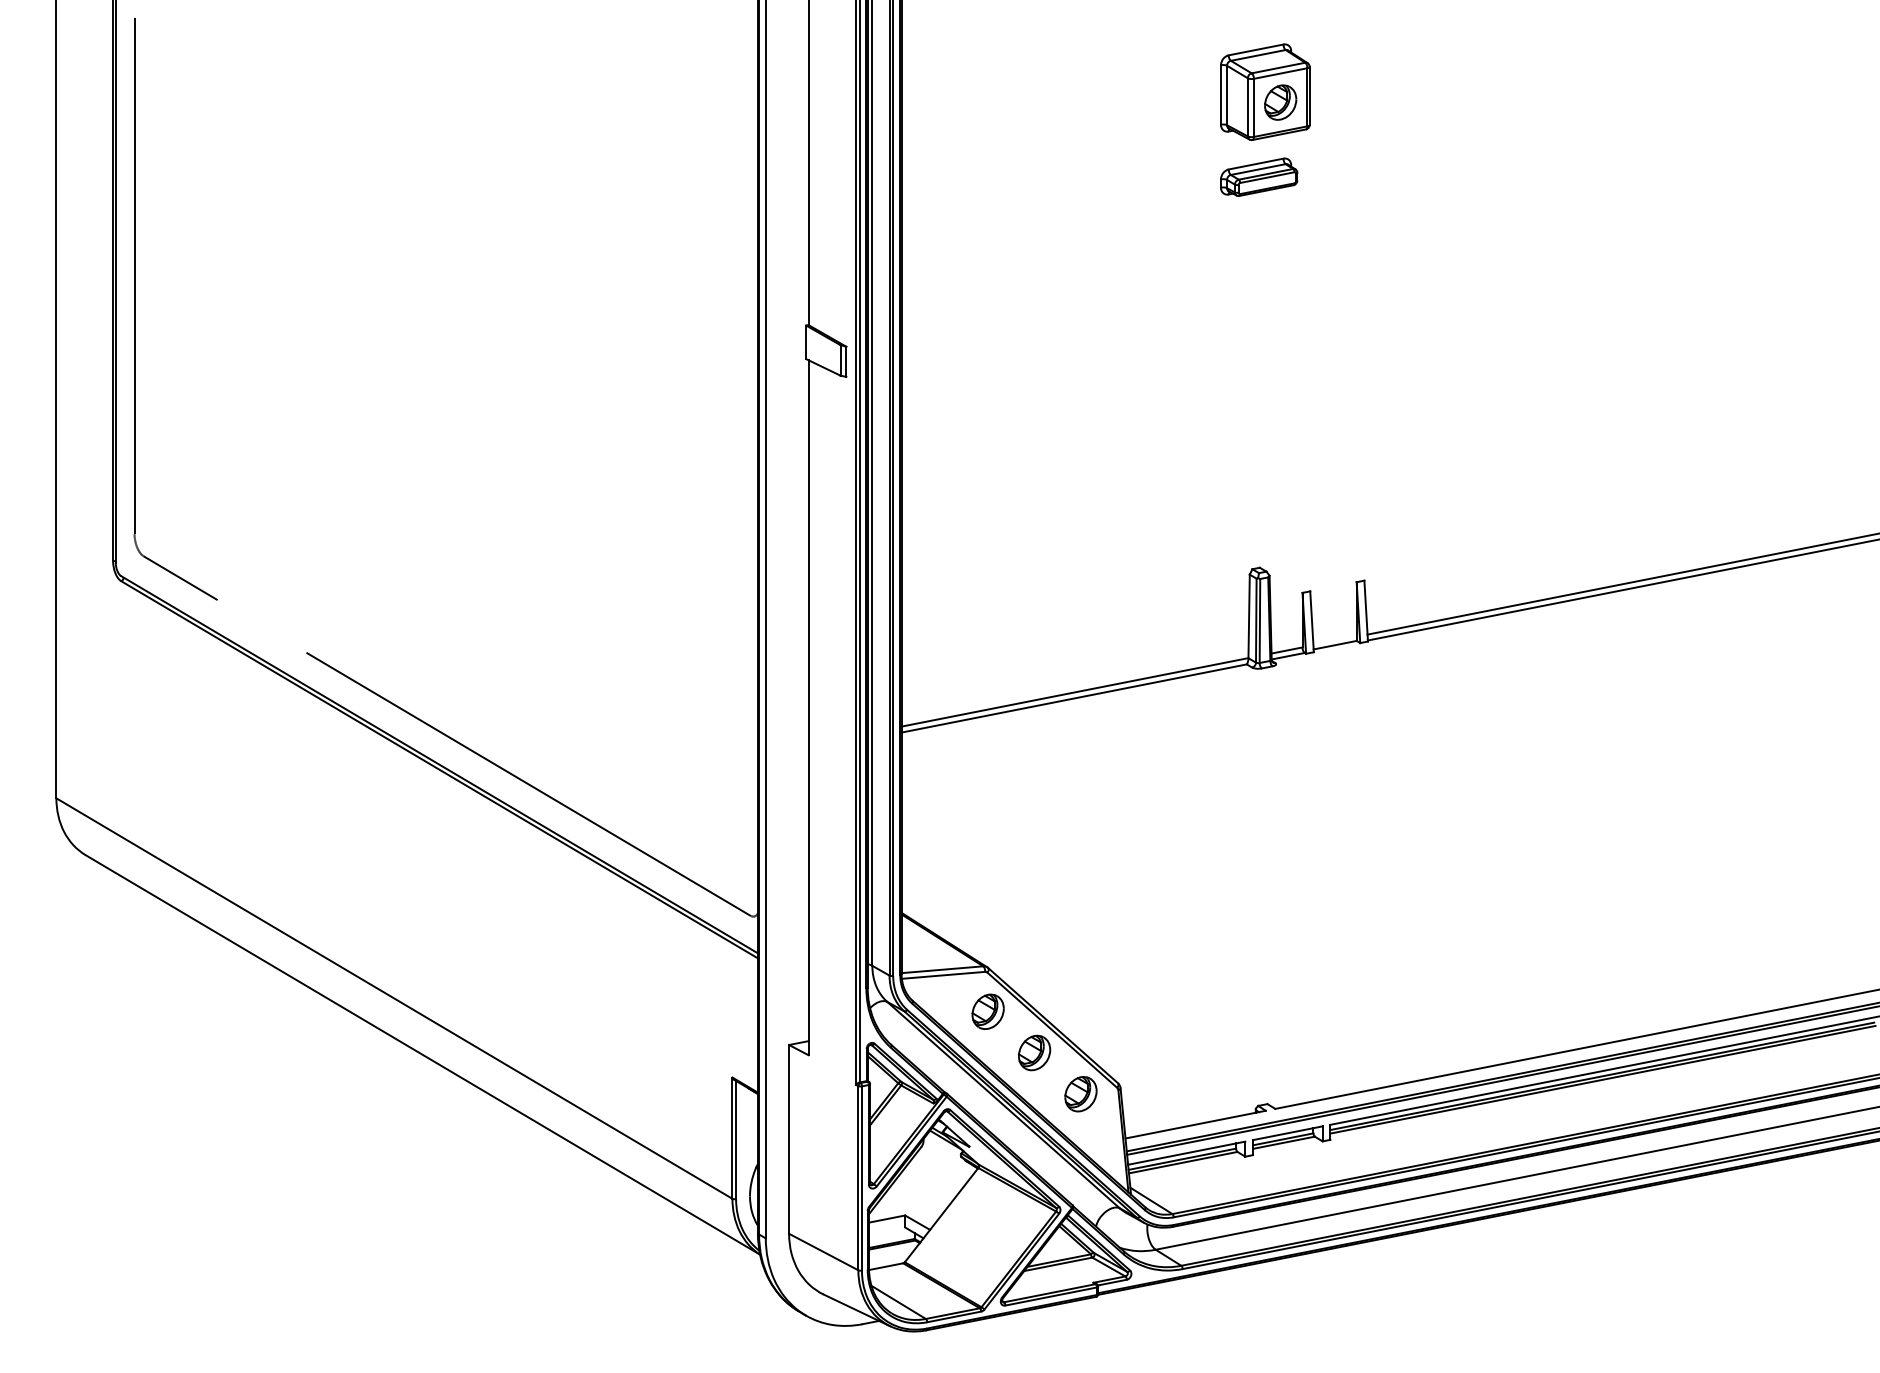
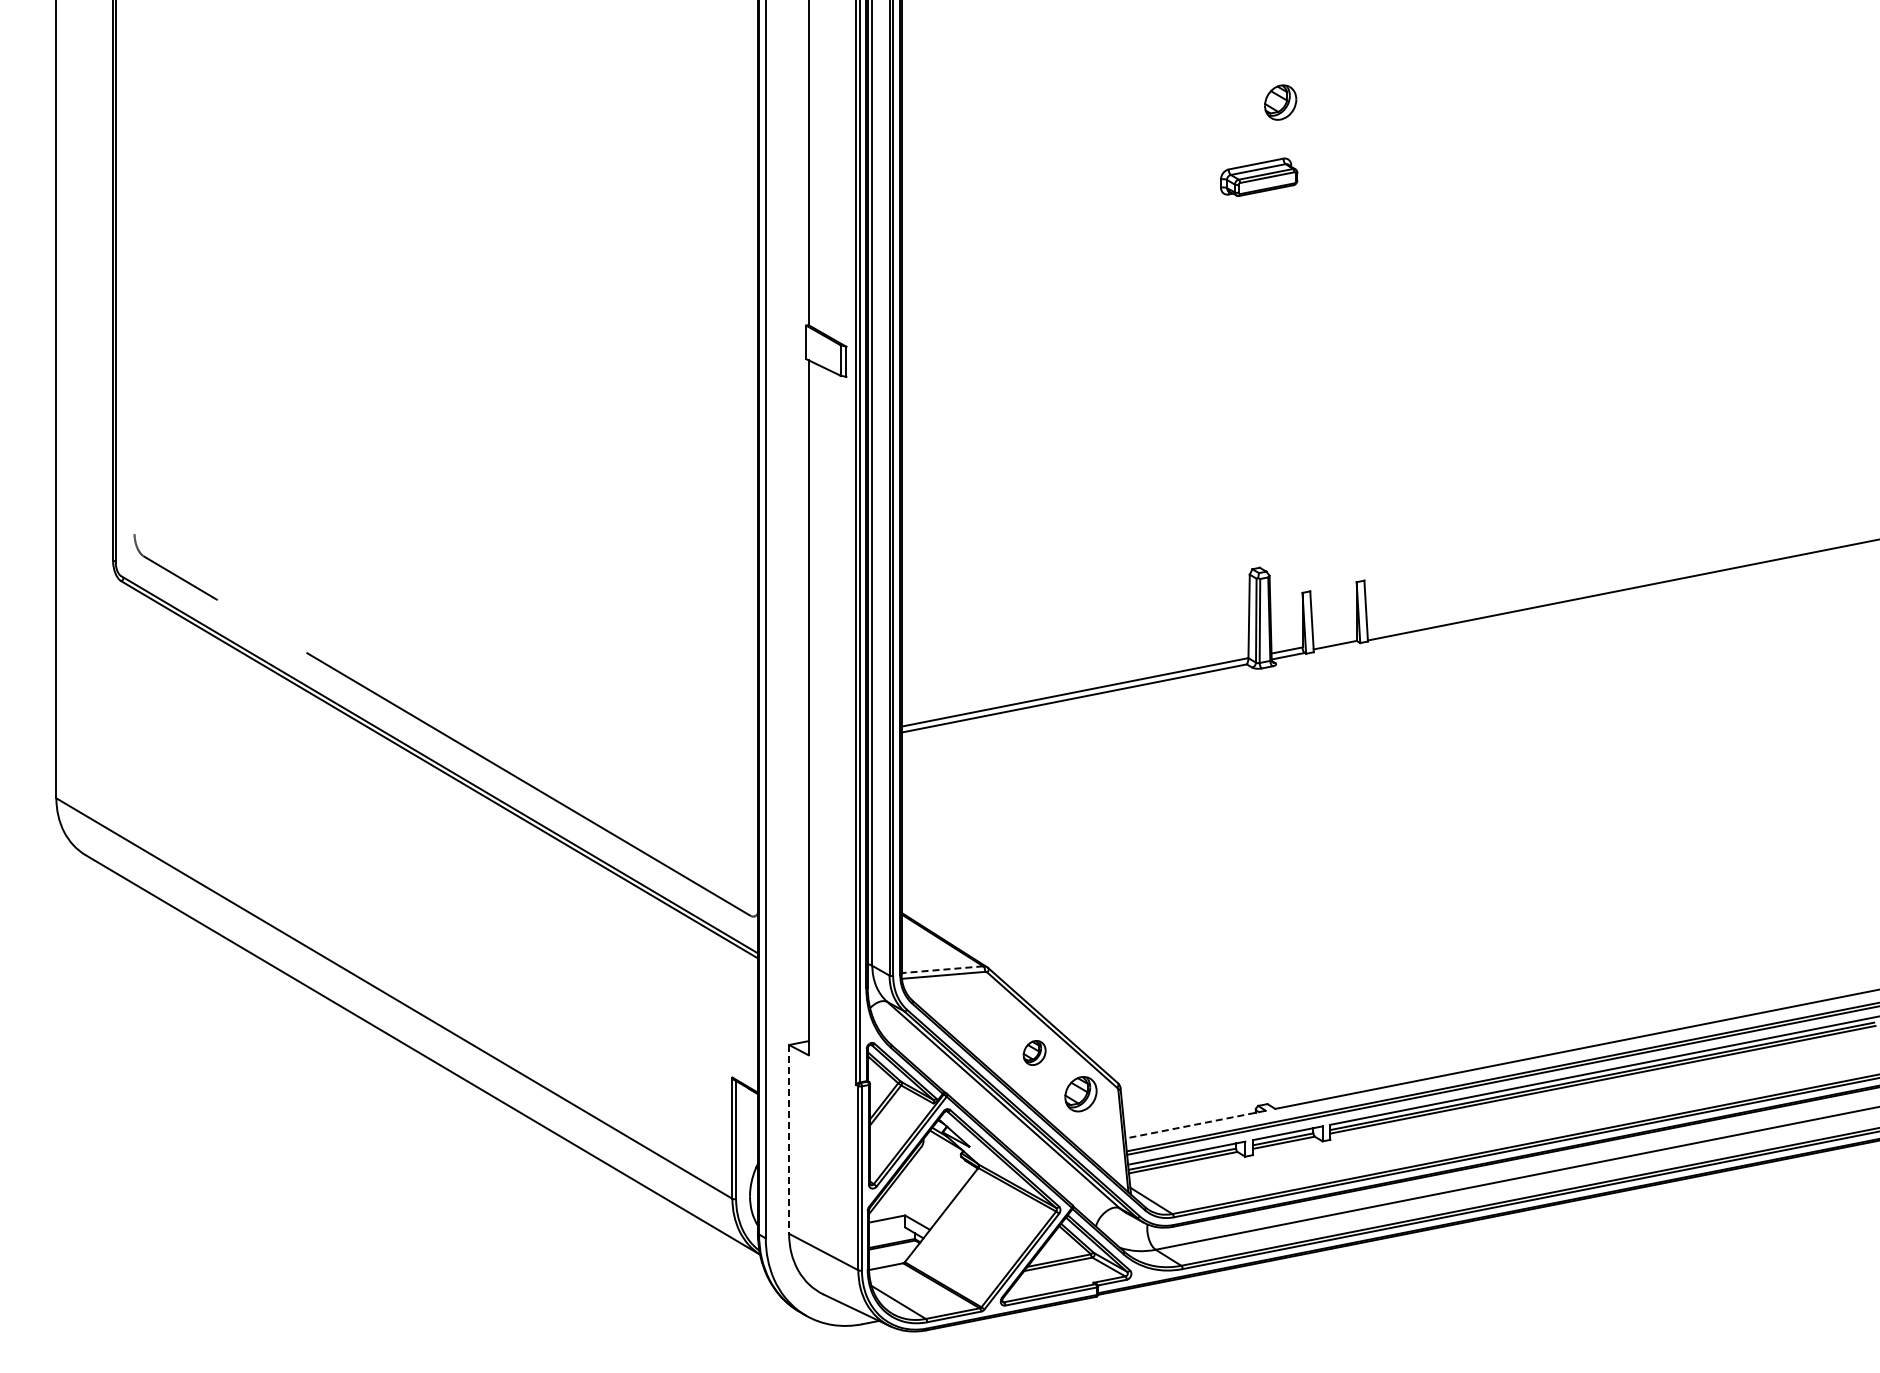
part at (1265, 91): present -> none
line at (134, 268): present -> none
line at (1621, 584): present -> none
line at (941, 969): solid -> dashed
part at (987, 1011): present -> none
part at (1034, 1052) size: 34x38 px -> 25x26 px
line at (1195, 1124): solid -> dashed
line at (789, 1139): solid -> dashed
